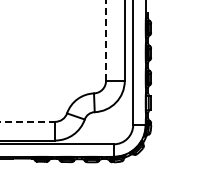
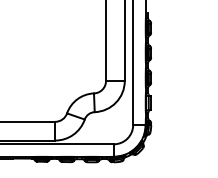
line at (106, 40): dashed -> solid
line at (28, 121): dashed -> solid
